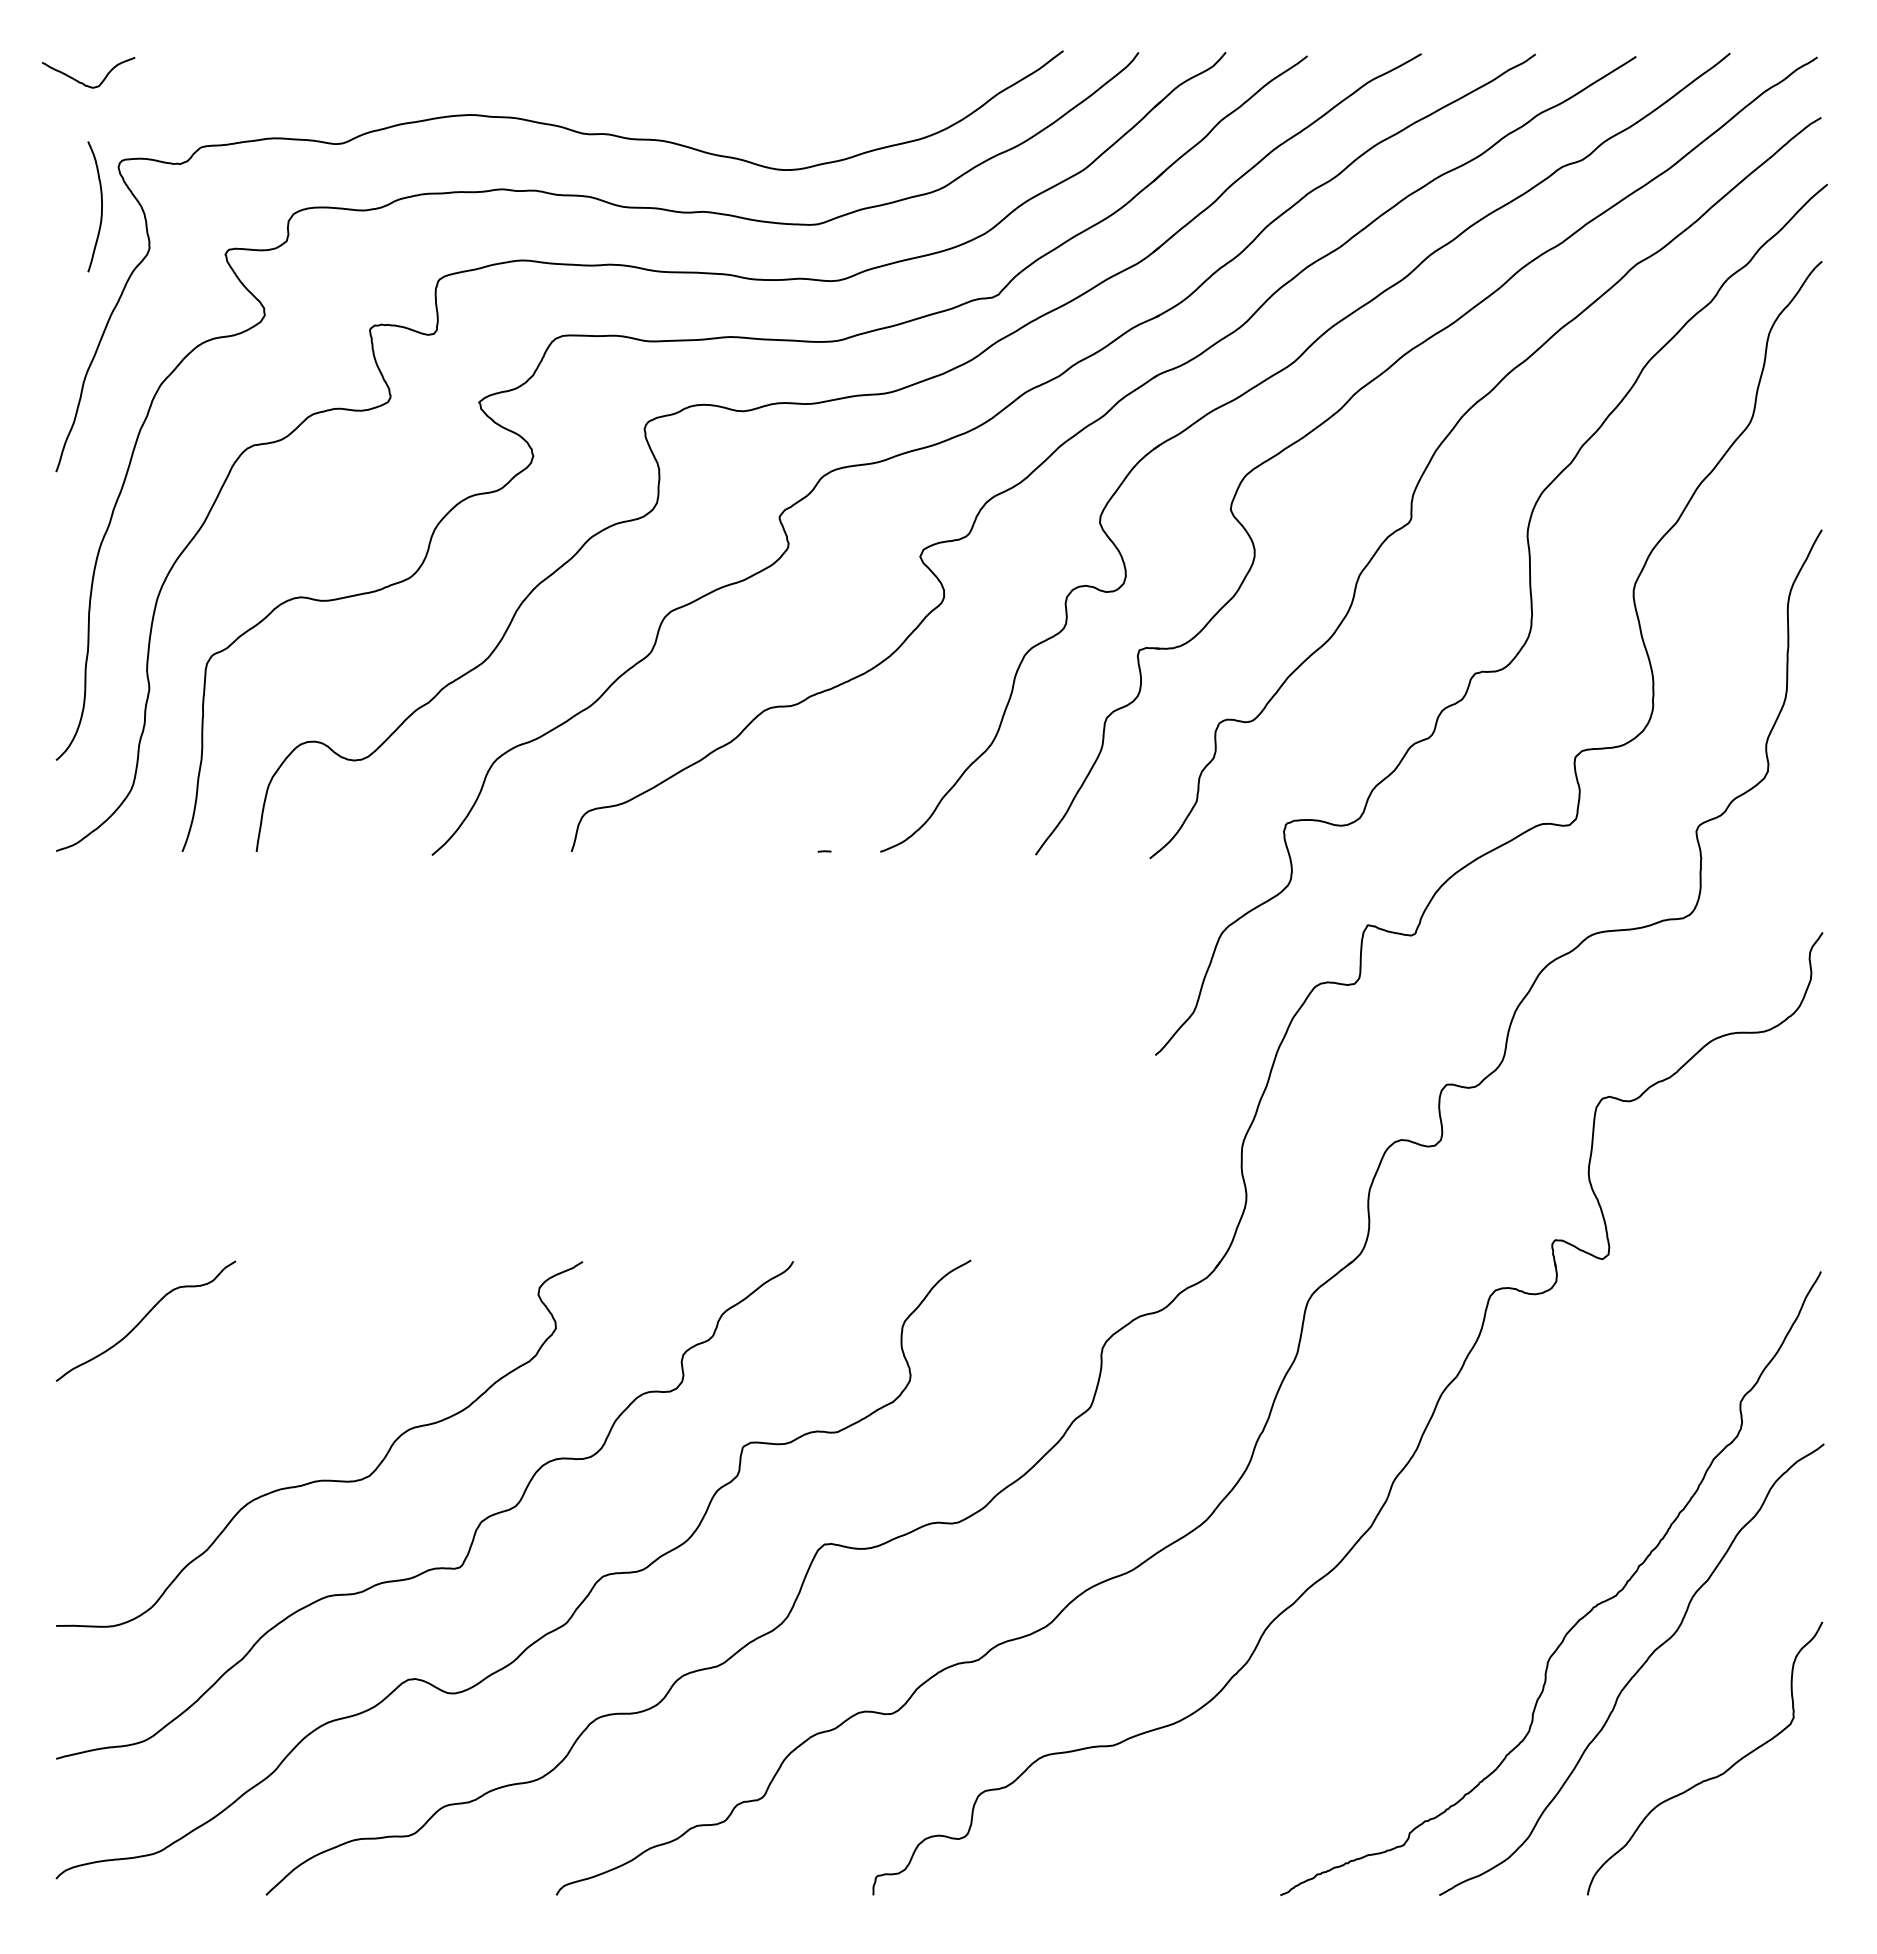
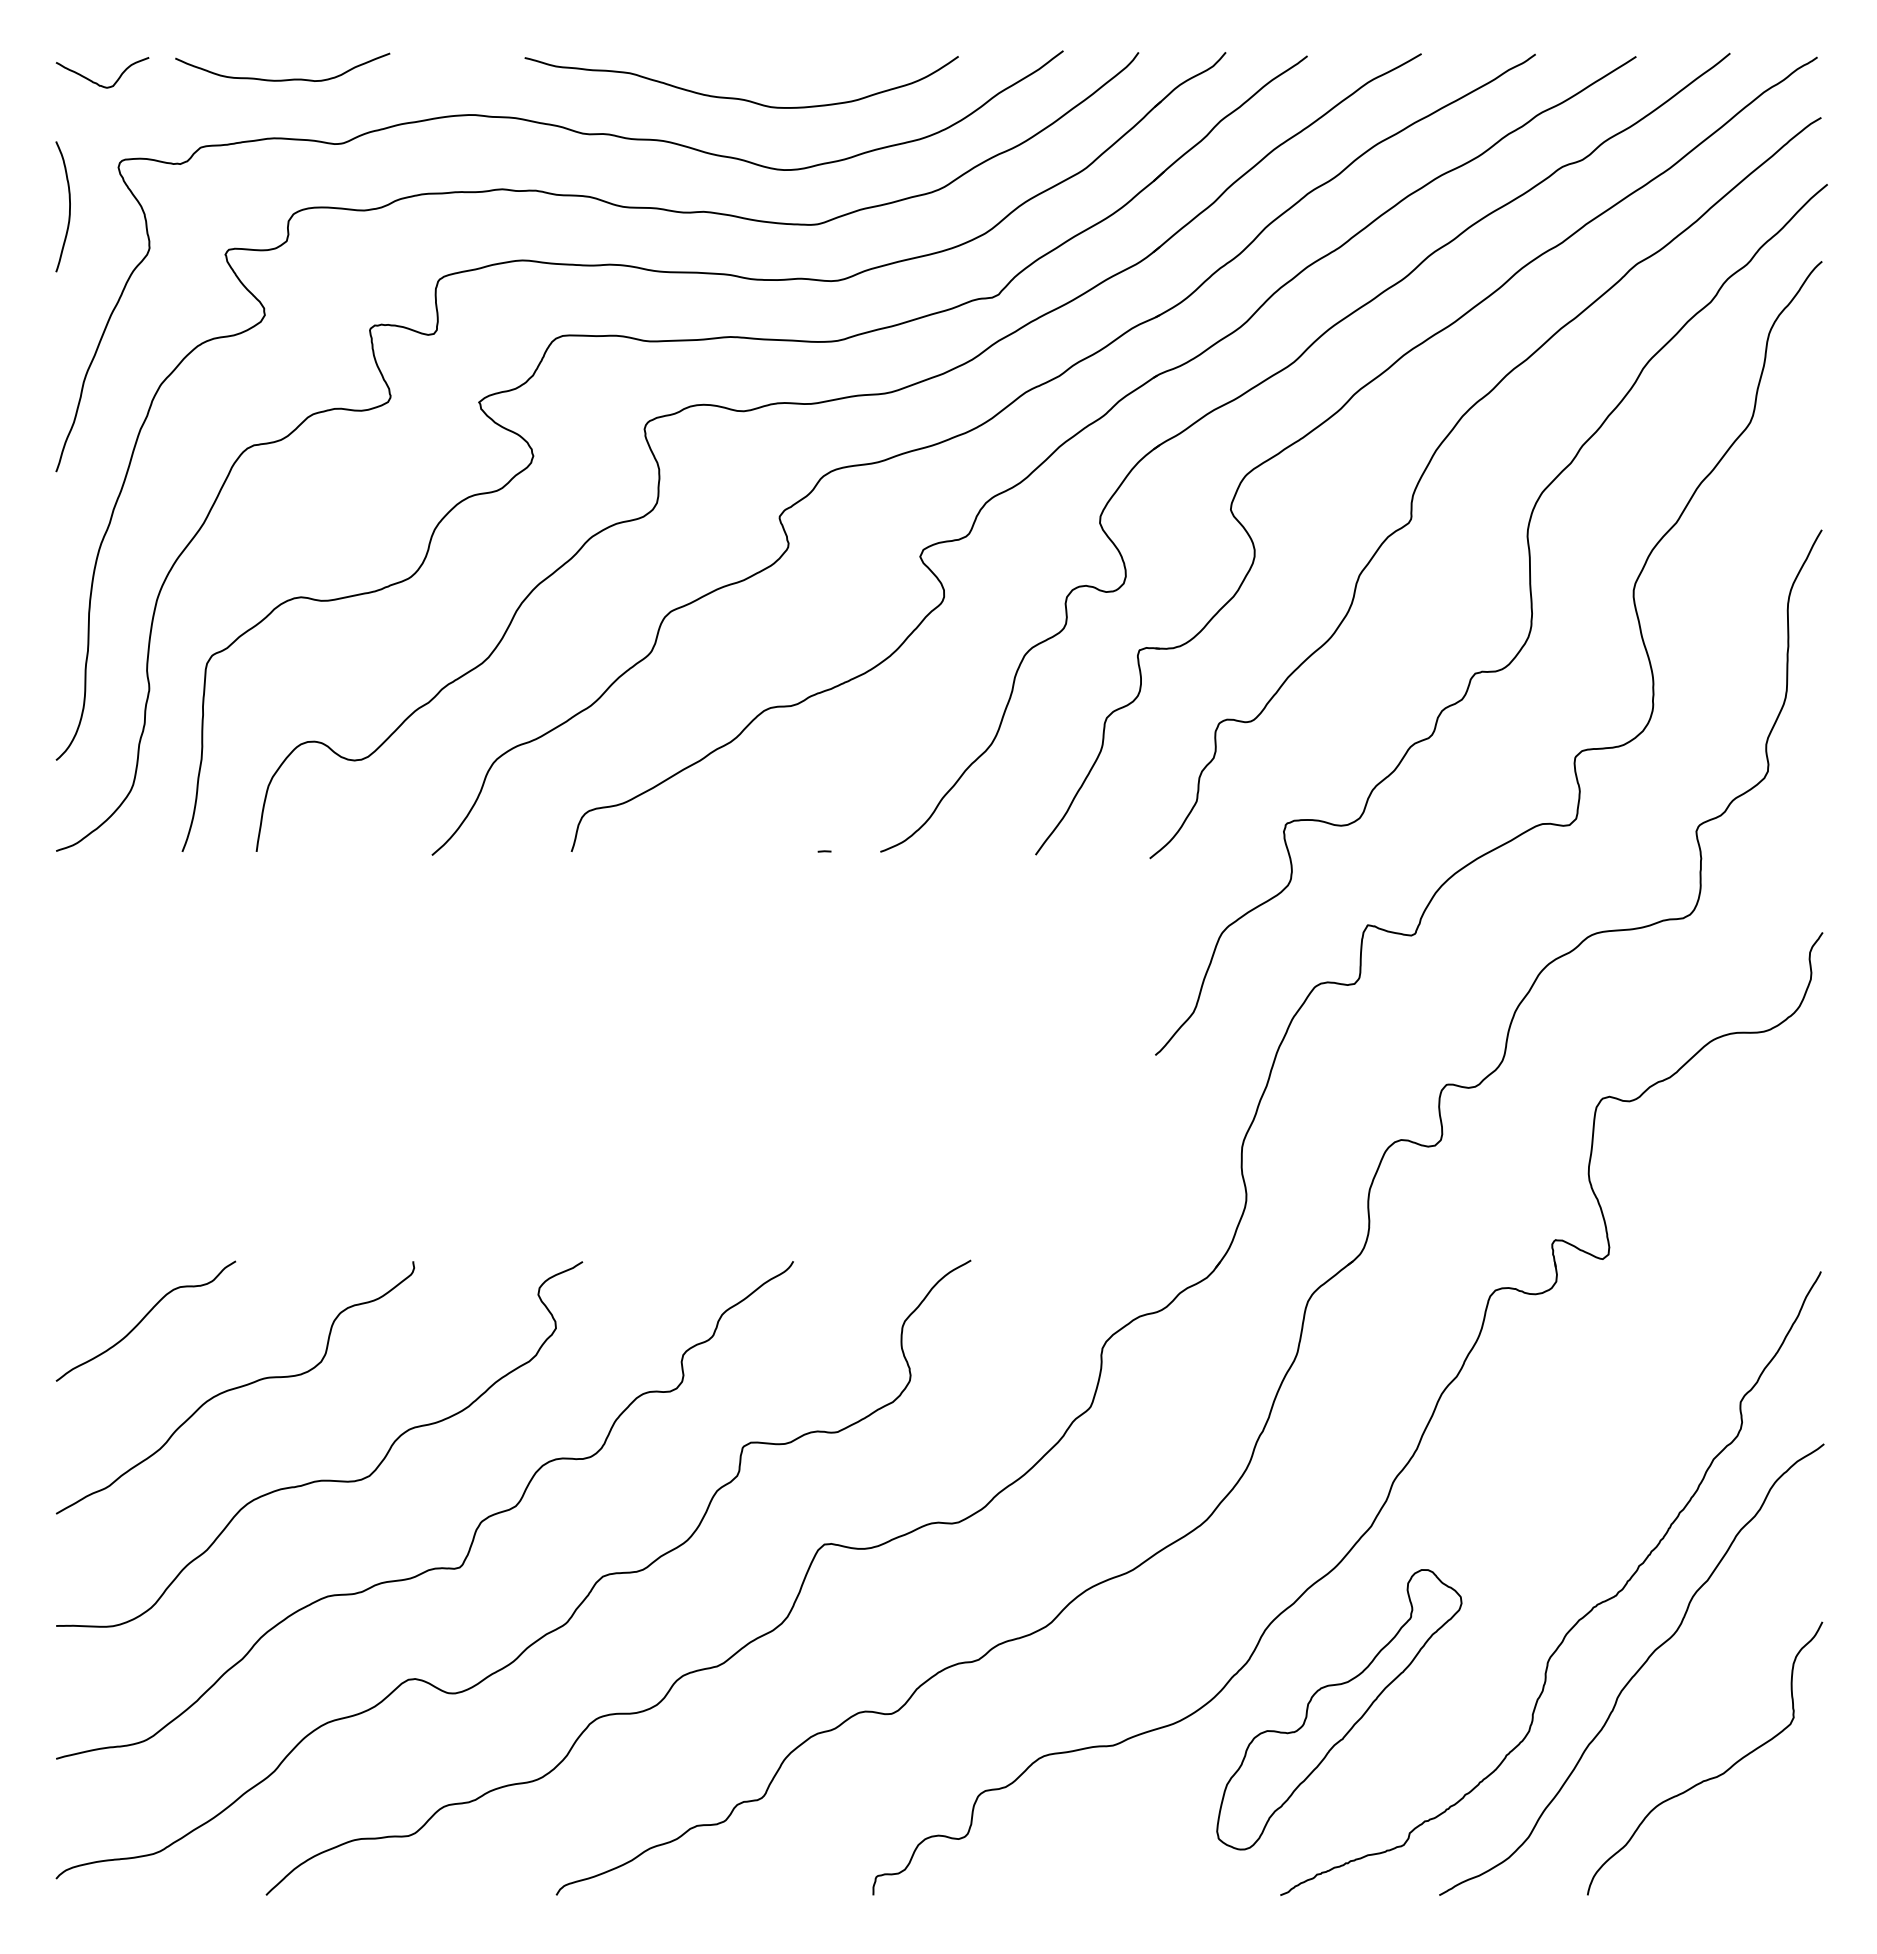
curve at (282, 79): none -> present
curve at (82, 82) position: (82, 82) -> (96, 82)
curve at (736, 97): none -> present
curve at (101, 206) position: (101, 206) -> (69, 206)
curve at (234, 1387): none -> present
part at (1339, 1709): none -> present
